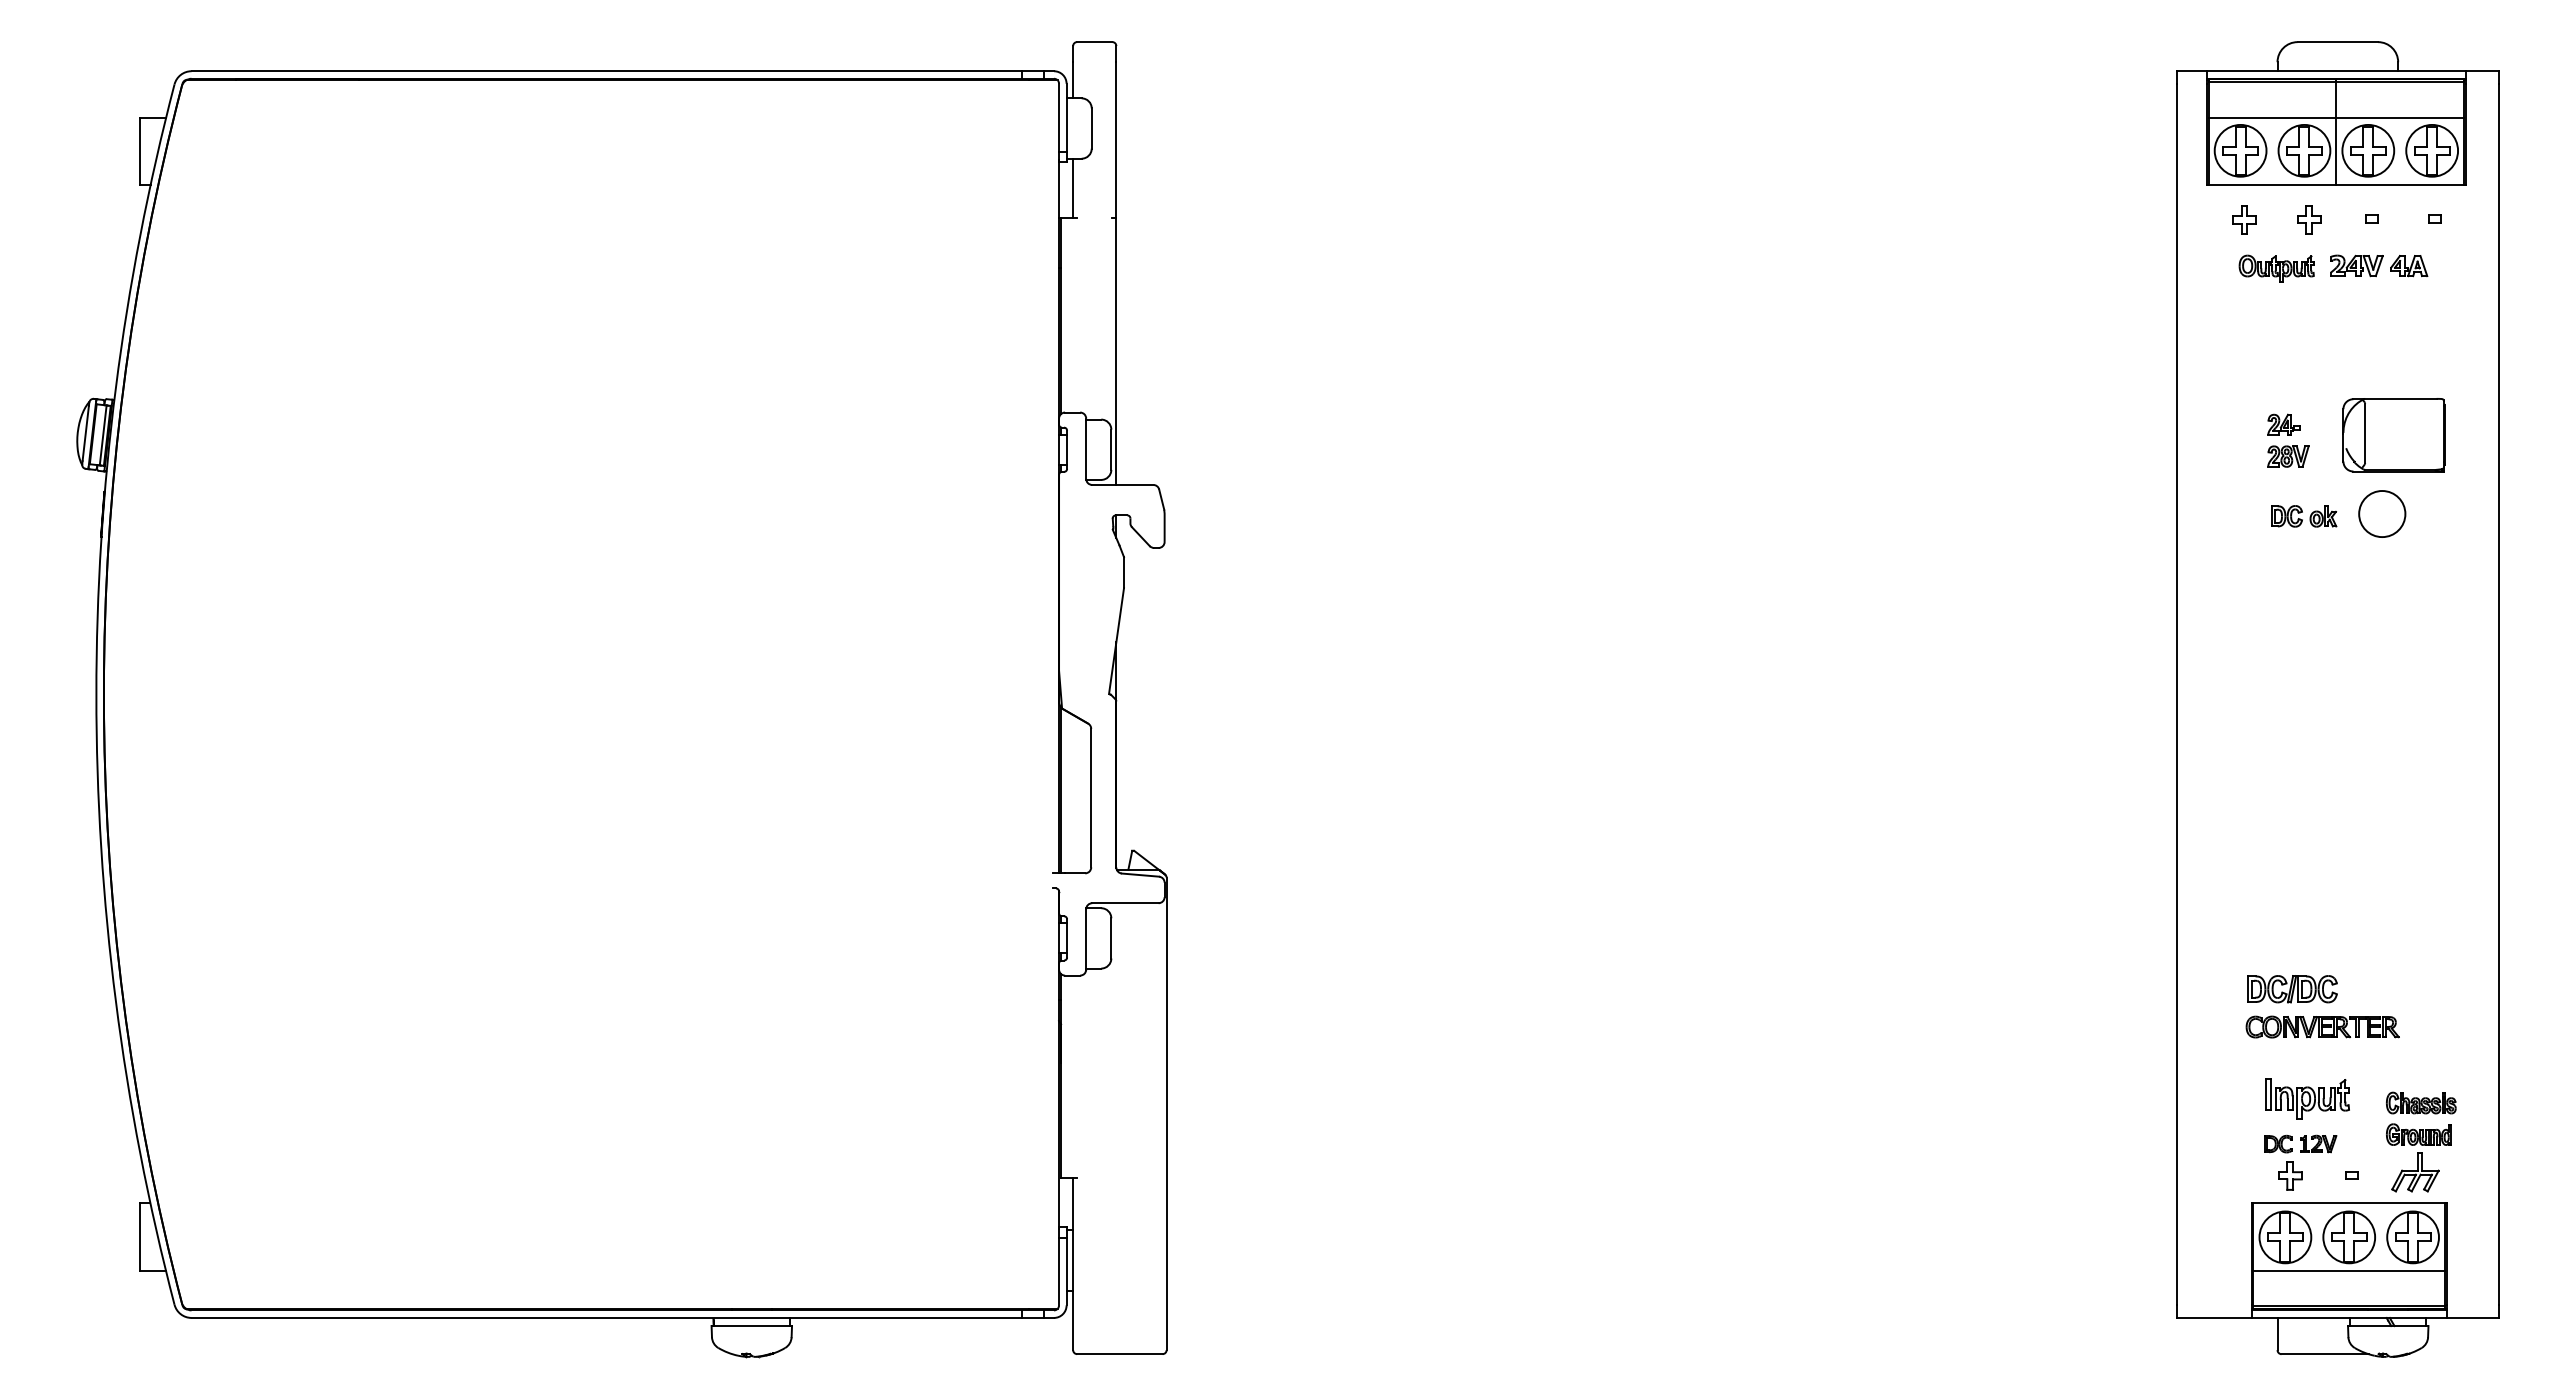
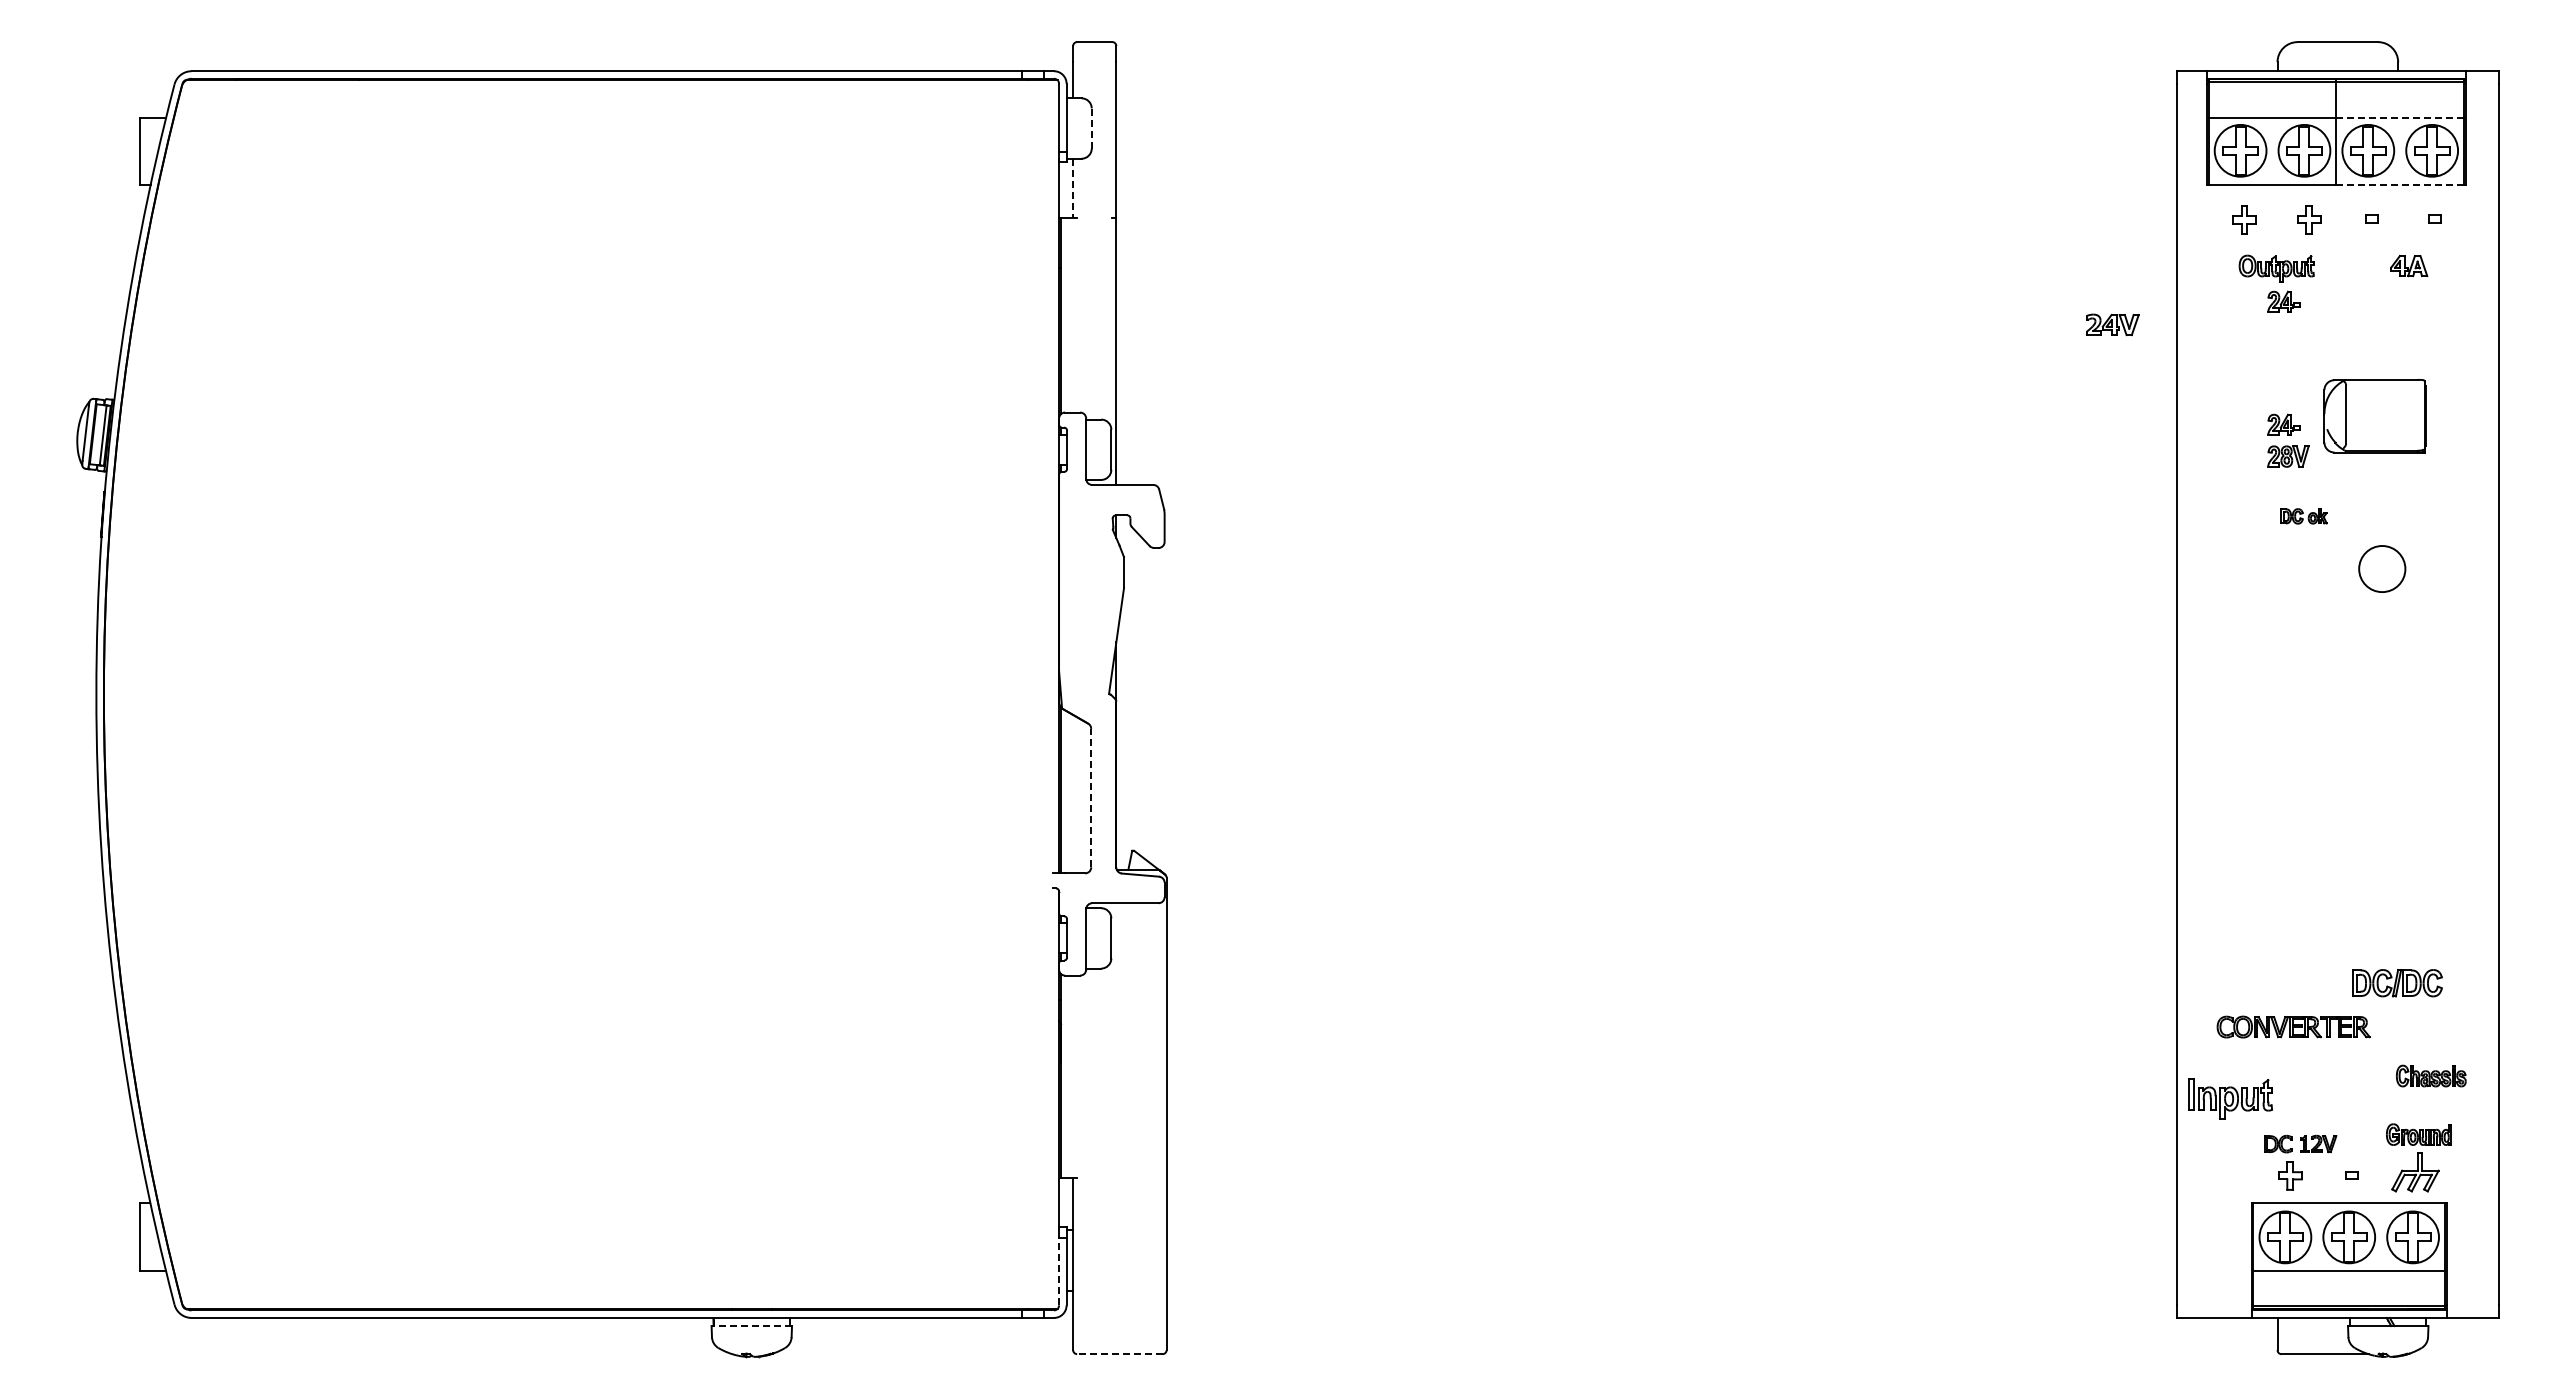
line at (2400, 117): solid -> dashed
line at (1091, 128): solid -> dashed
line at (2400, 185): solid -> dashed
line at (1073, 188): solid -> dashed
part at (2356, 265) position: (2356, 265) -> (2112, 324)
part at (2283, 301): none -> present
part at (2393, 435) position: (2393, 435) -> (2374, 416)
part at (2382, 513) position: (2382, 513) -> (2382, 568)
part at (2304, 516) size: 67x23 px -> 48x17 px
line at (1091, 797): solid -> dashed
part at (2292, 989) position: (2292, 989) -> (2397, 983)
part at (2322, 1026) position: (2322, 1026) -> (2293, 1026)
part at (2307, 1098) position: (2307, 1098) -> (2230, 1098)
part at (2421, 1102) position: (2421, 1102) -> (2431, 1075)
line at (1059, 1271): solid -> dashed
line at (751, 1325): solid -> dashed
line at (1119, 1354): solid -> dashed
